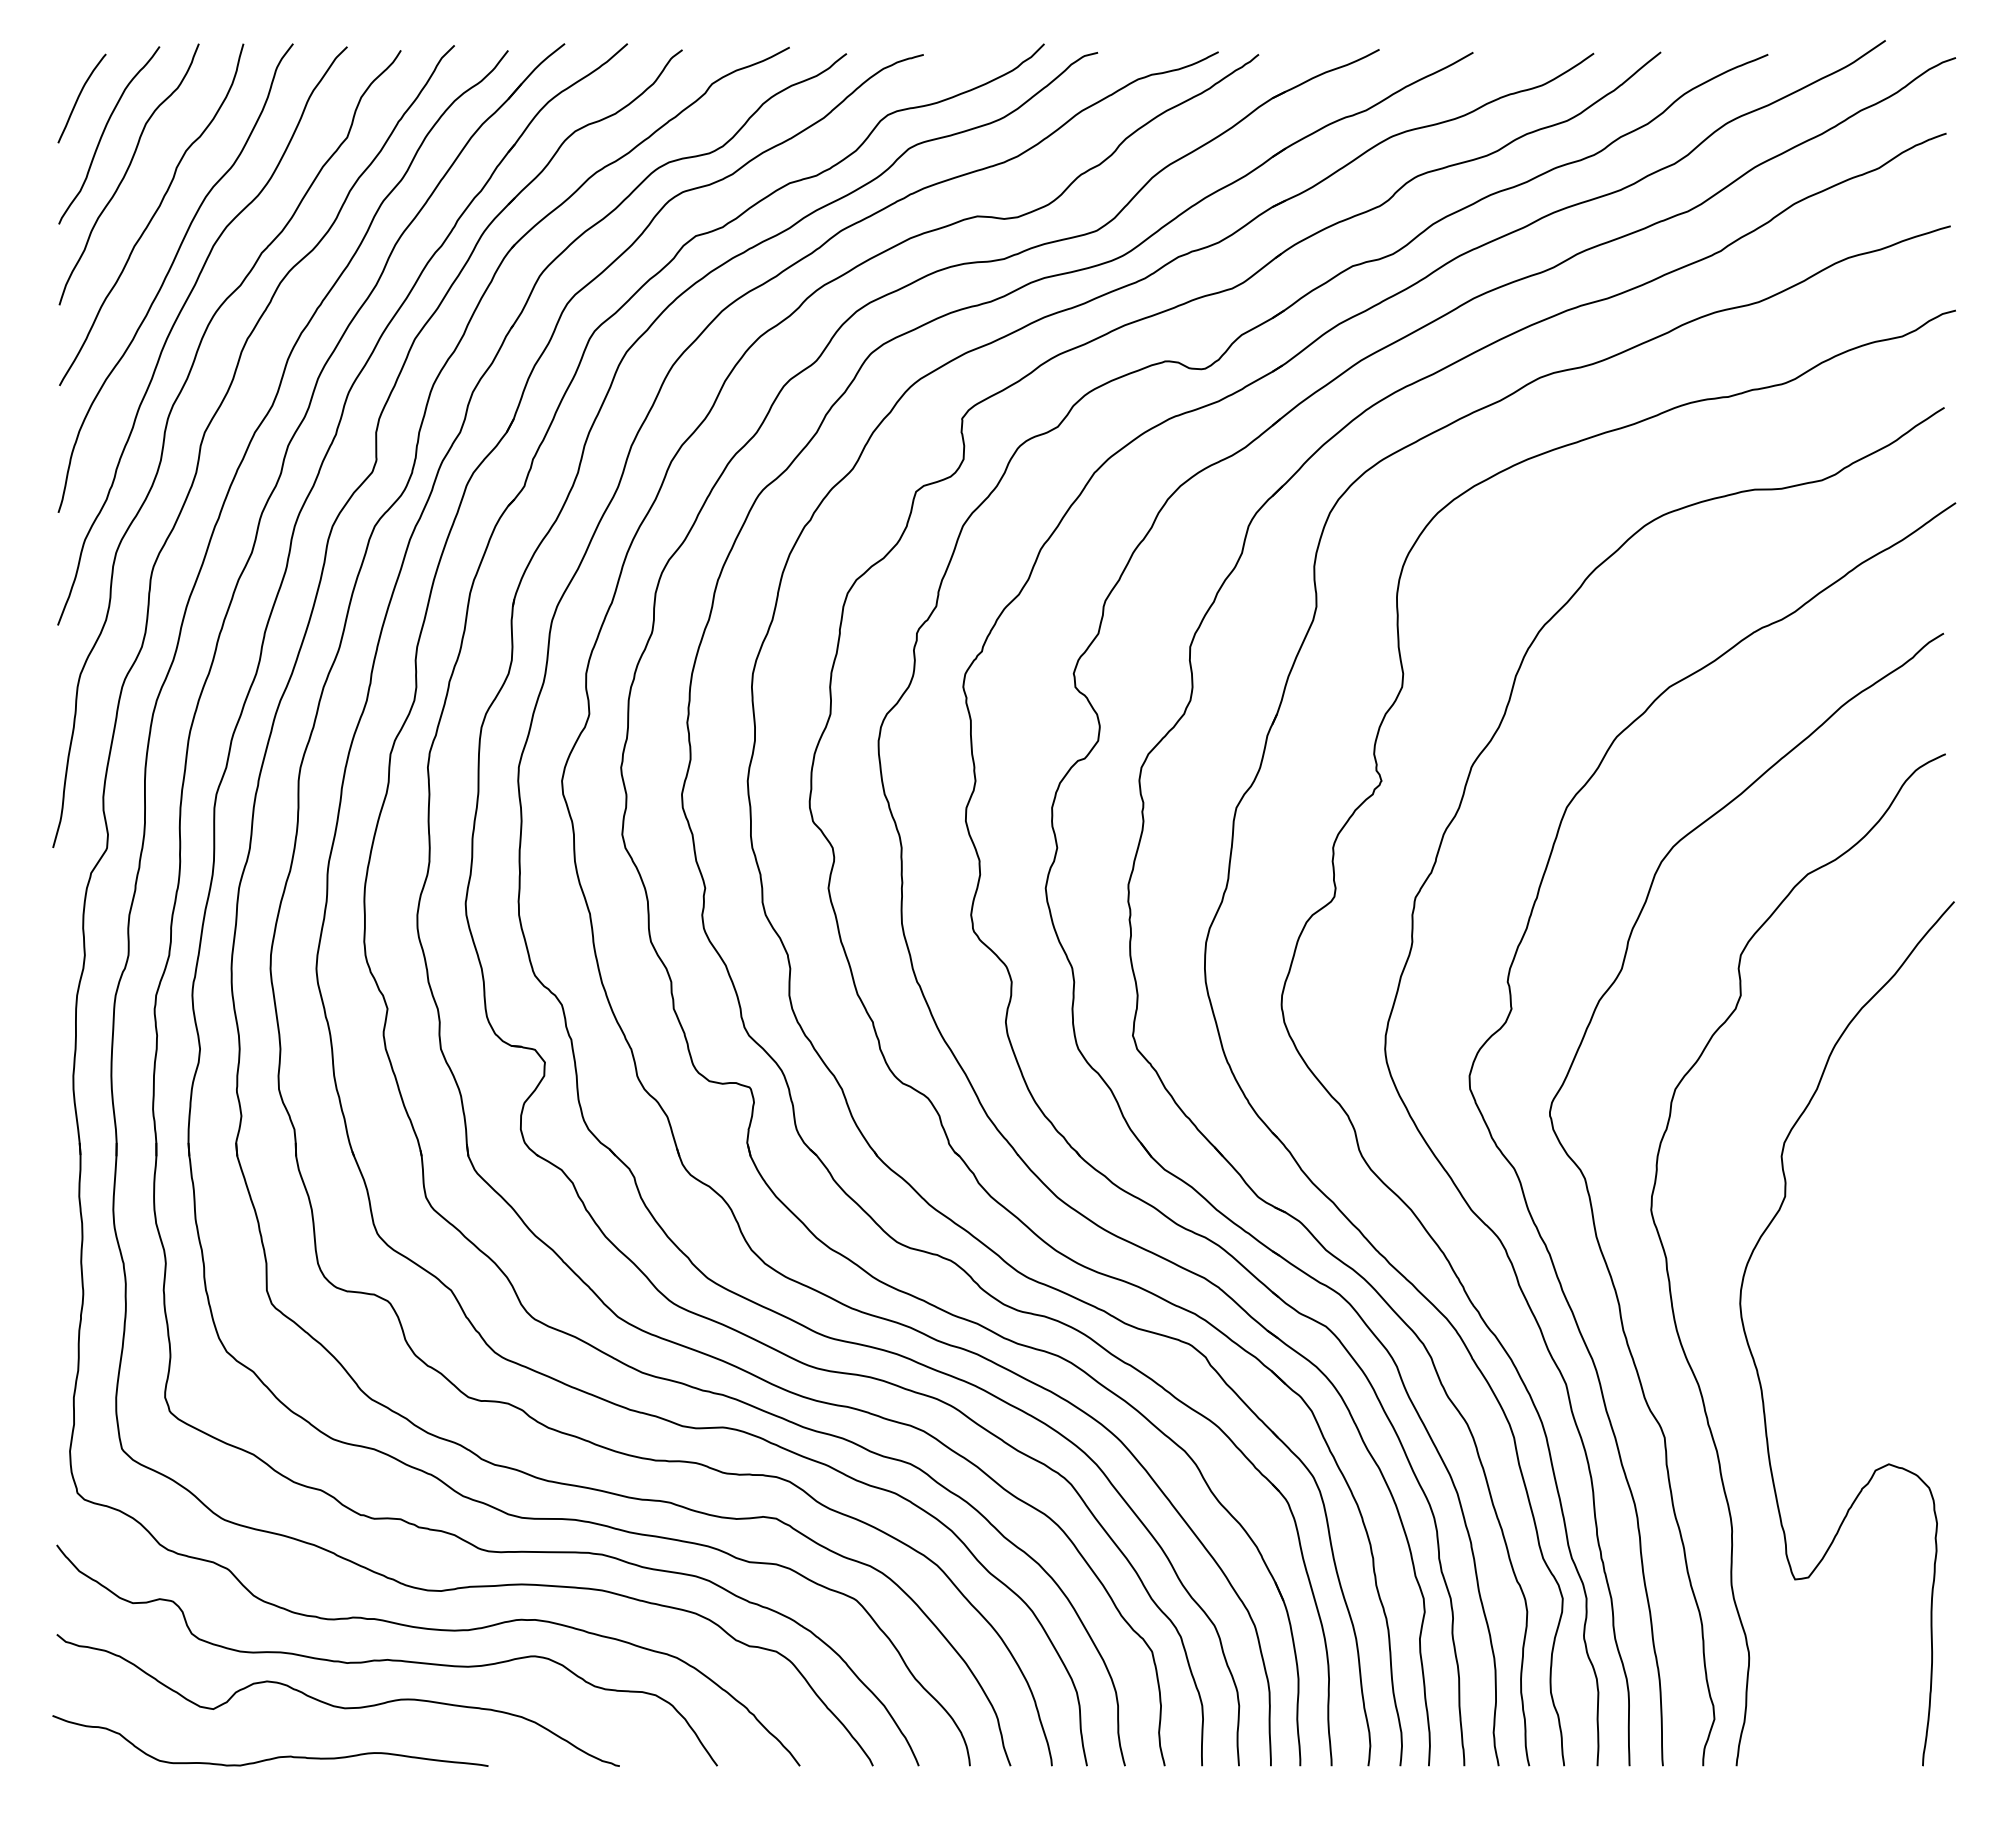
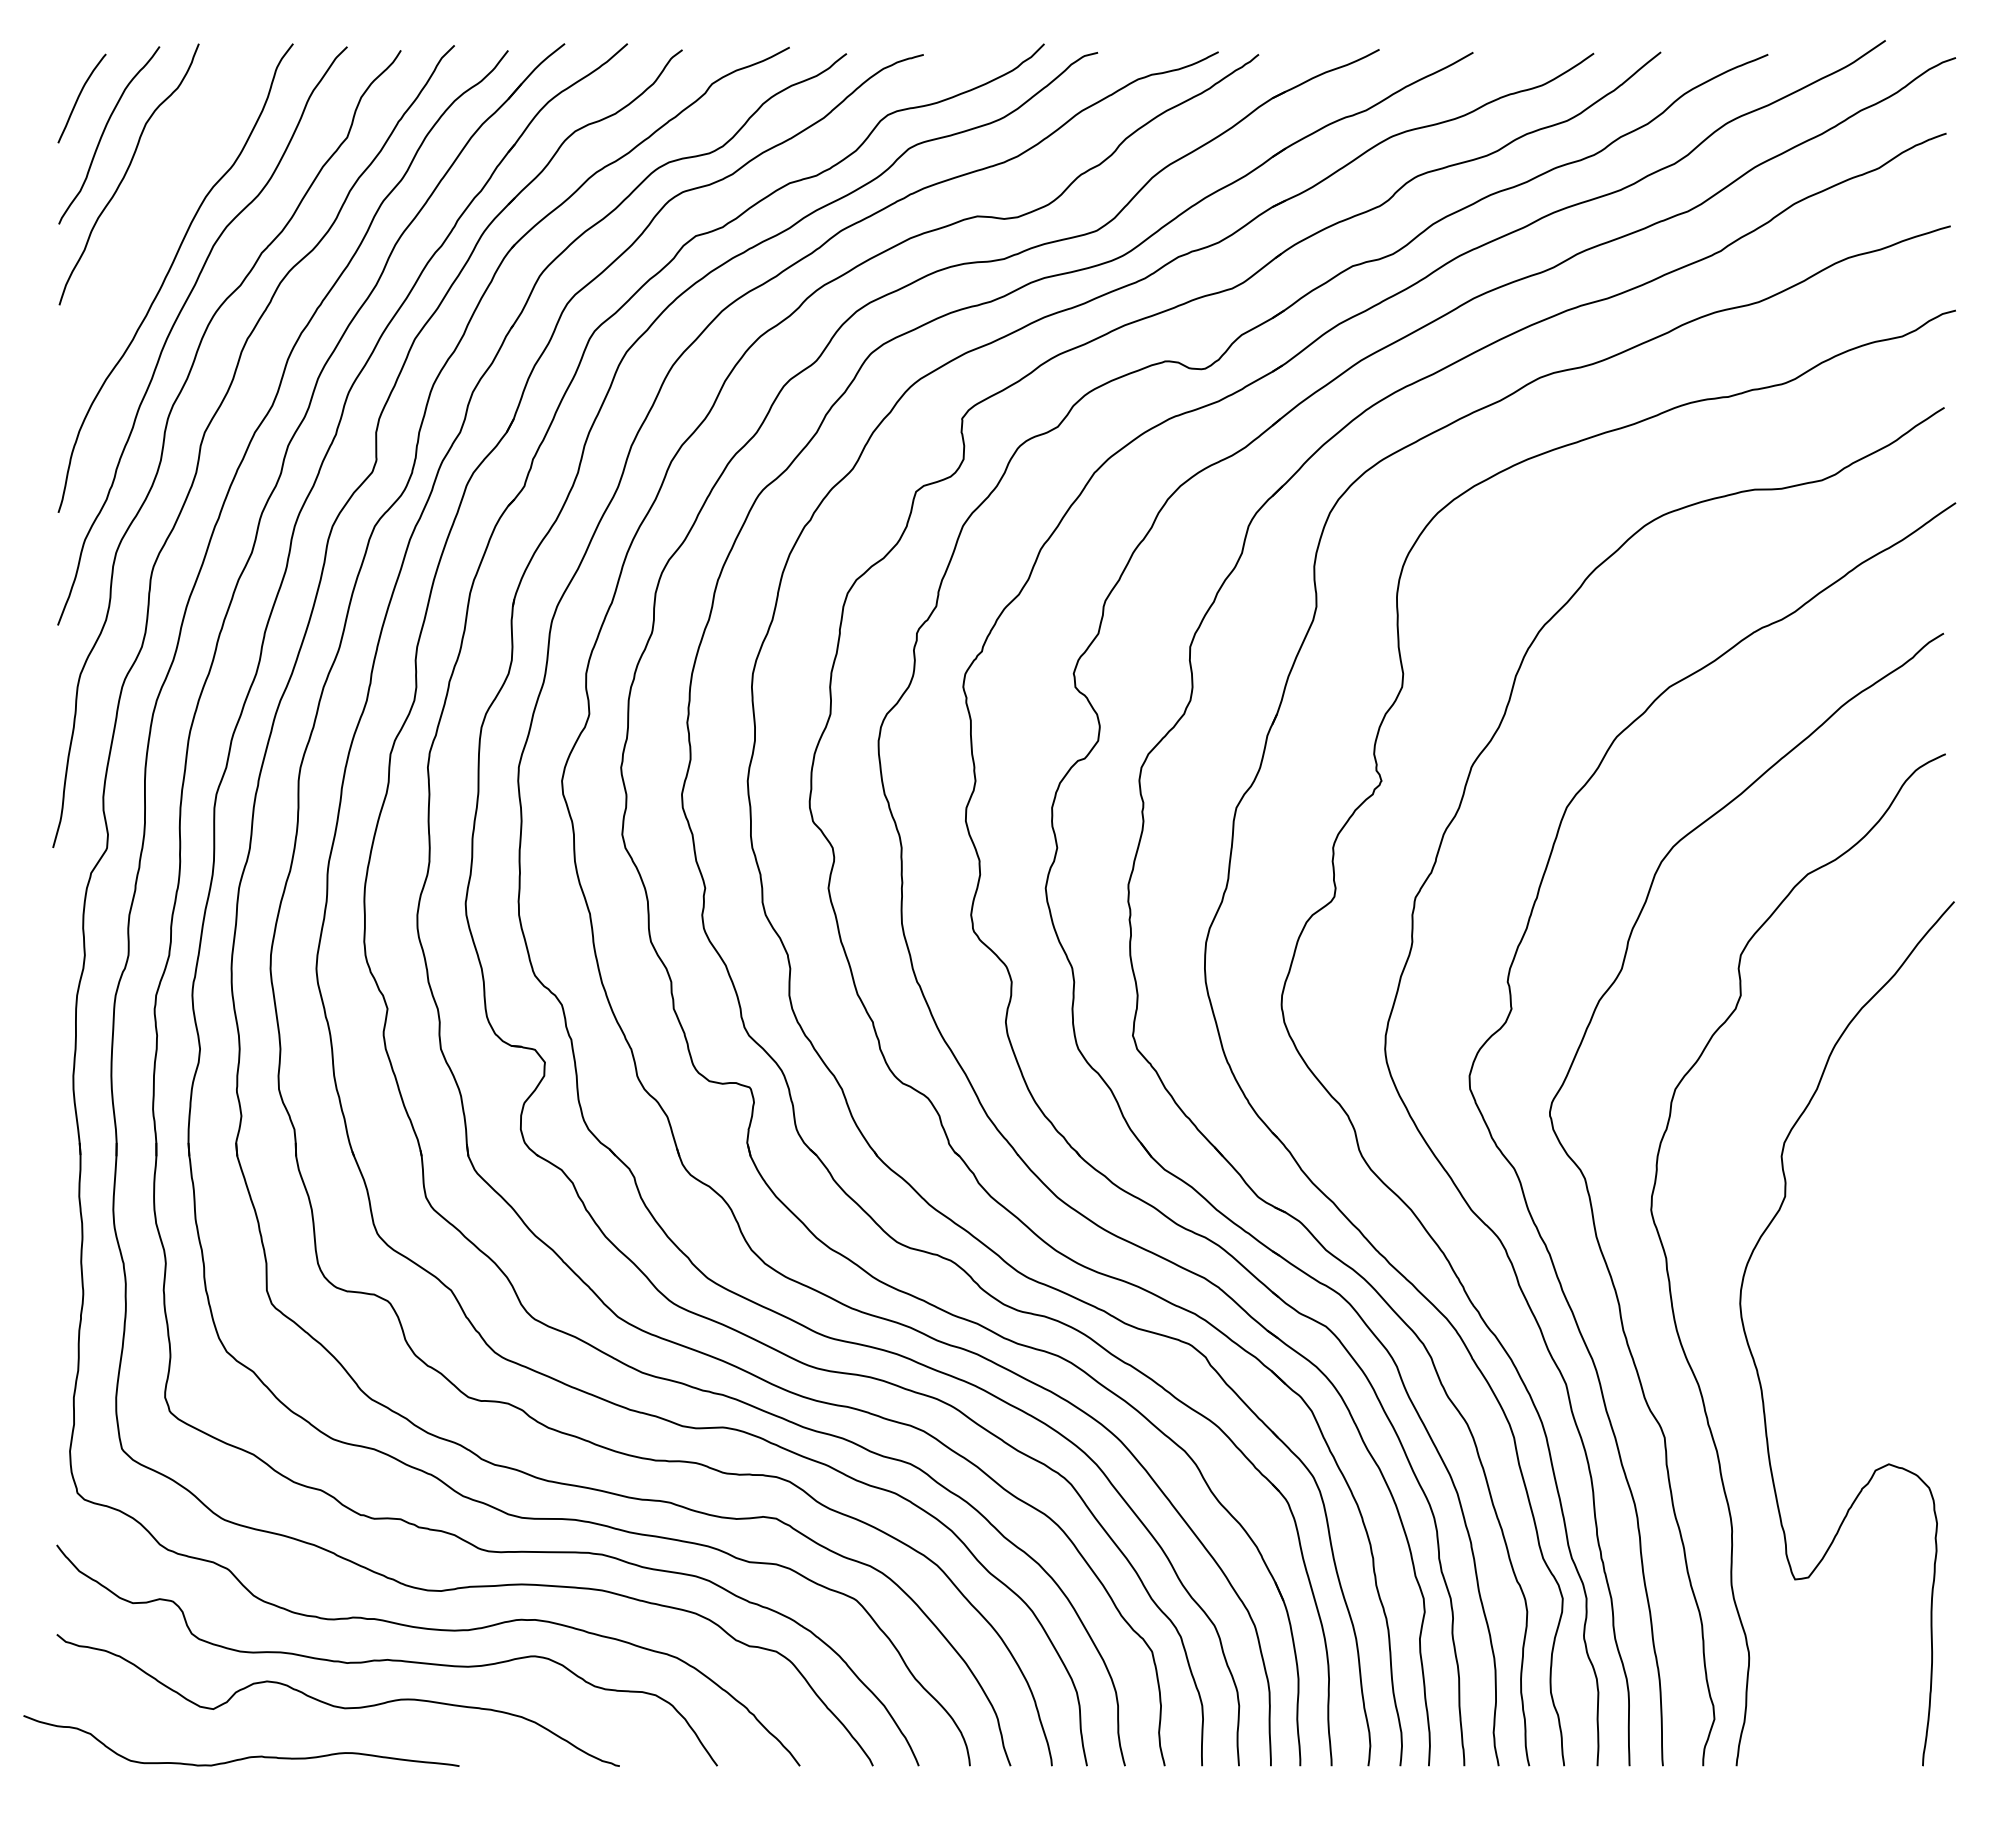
curve at (152, 215): present -> none
curve at (276, 1756) position: (276, 1756) -> (247, 1756)
